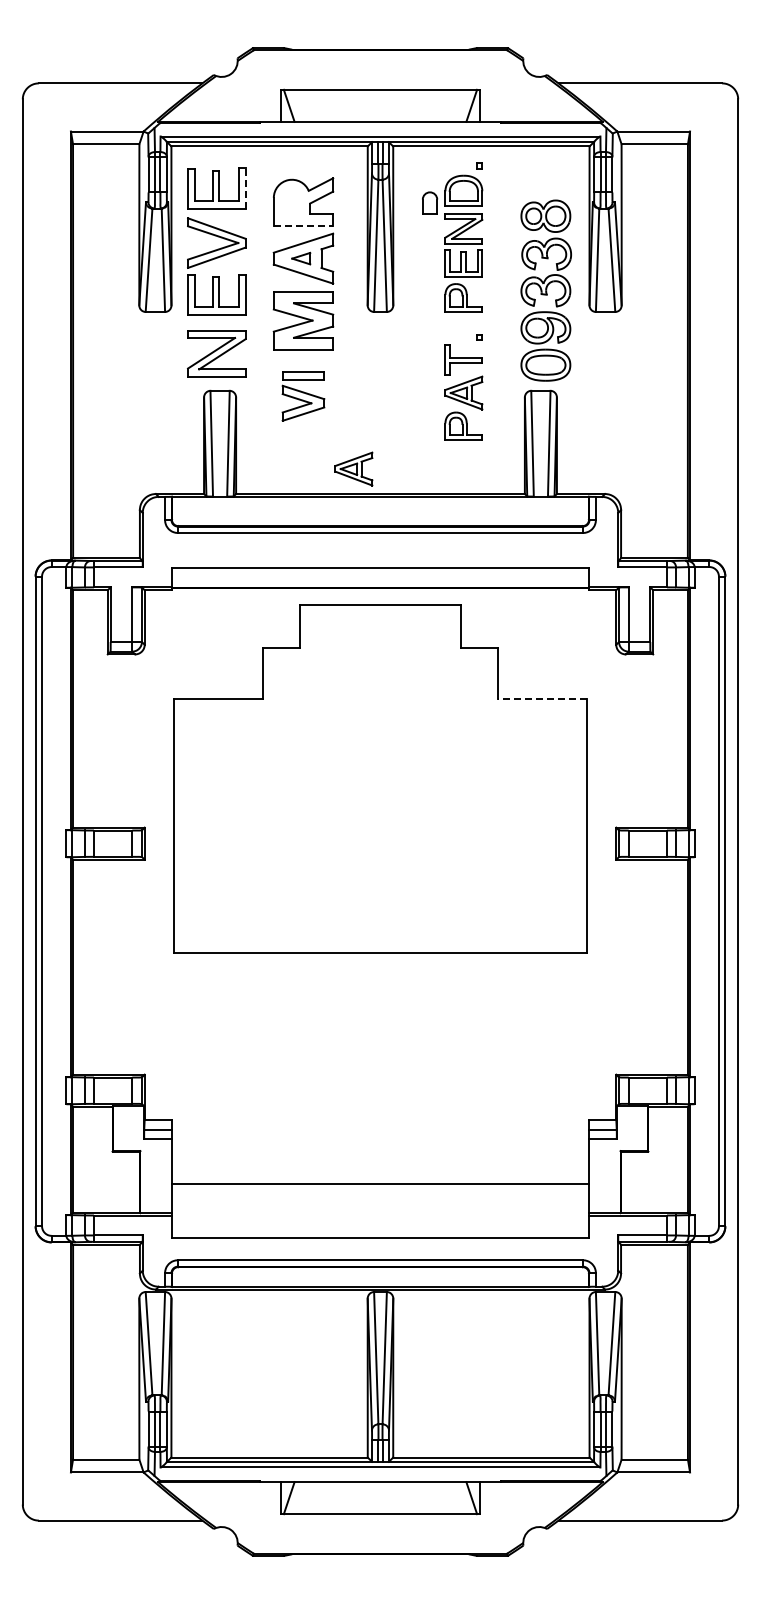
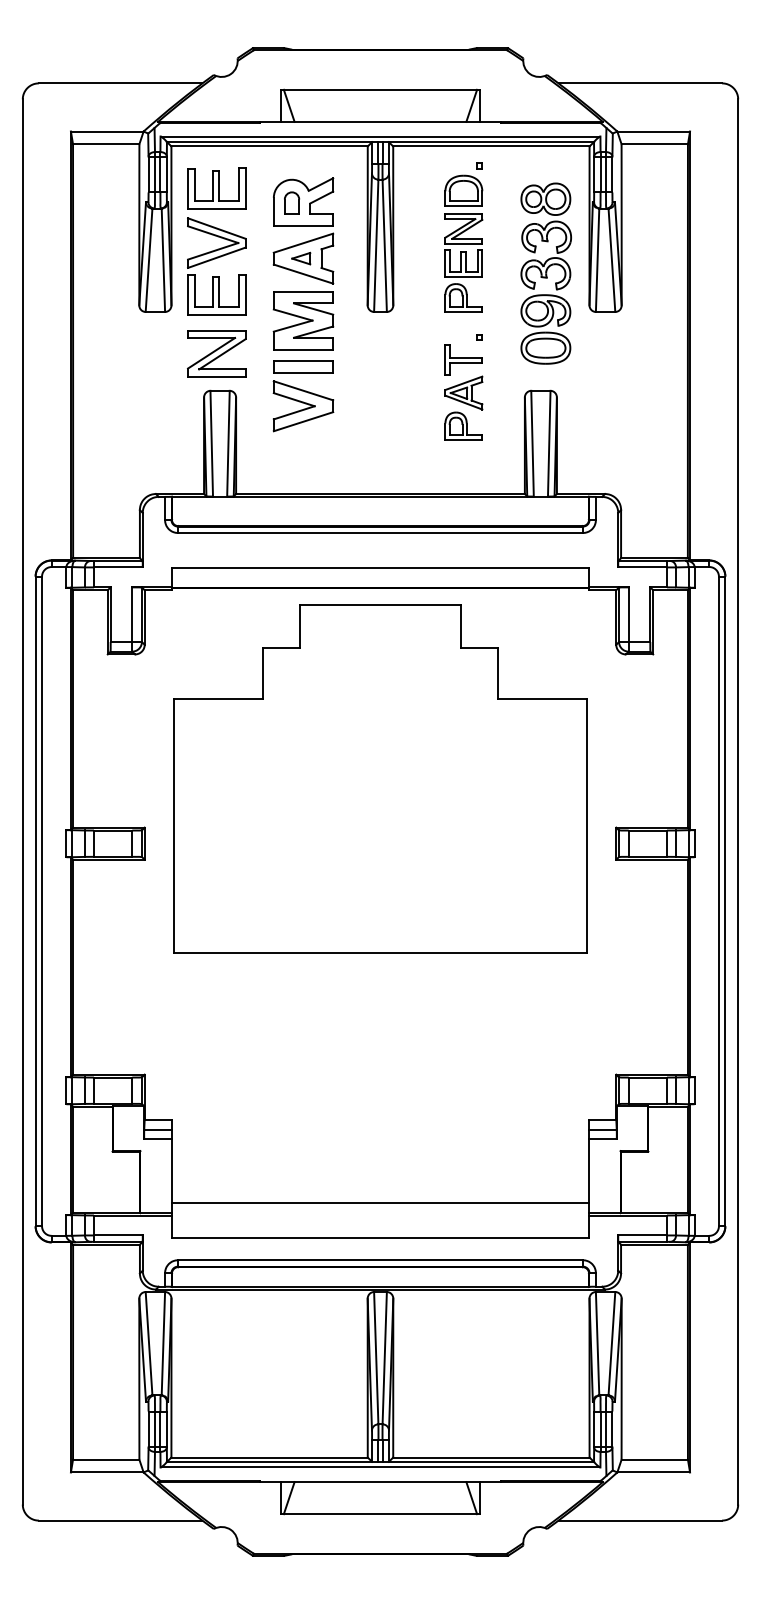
line at (245, 187): dashed -> solid
part at (430, 202) position: (430, 202) -> (292, 202)
line at (303, 225): dashed -> solid
part at (545, 290) position: (545, 290) -> (545, 273)
part at (303, 396) size: 45x51 px -> 63x73 px
part at (353, 468): present -> none
line at (542, 699): dashed -> solid
line at (380, 1184) position: (380, 1184) -> (380, 1203)
